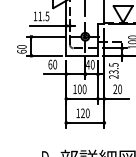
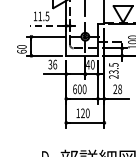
line at (47, 25): solid -> dashed
text at (52, 64): 60 -> 36
text at (74, 88): 100 -> 600
text at (120, 89): 20 -> 28
